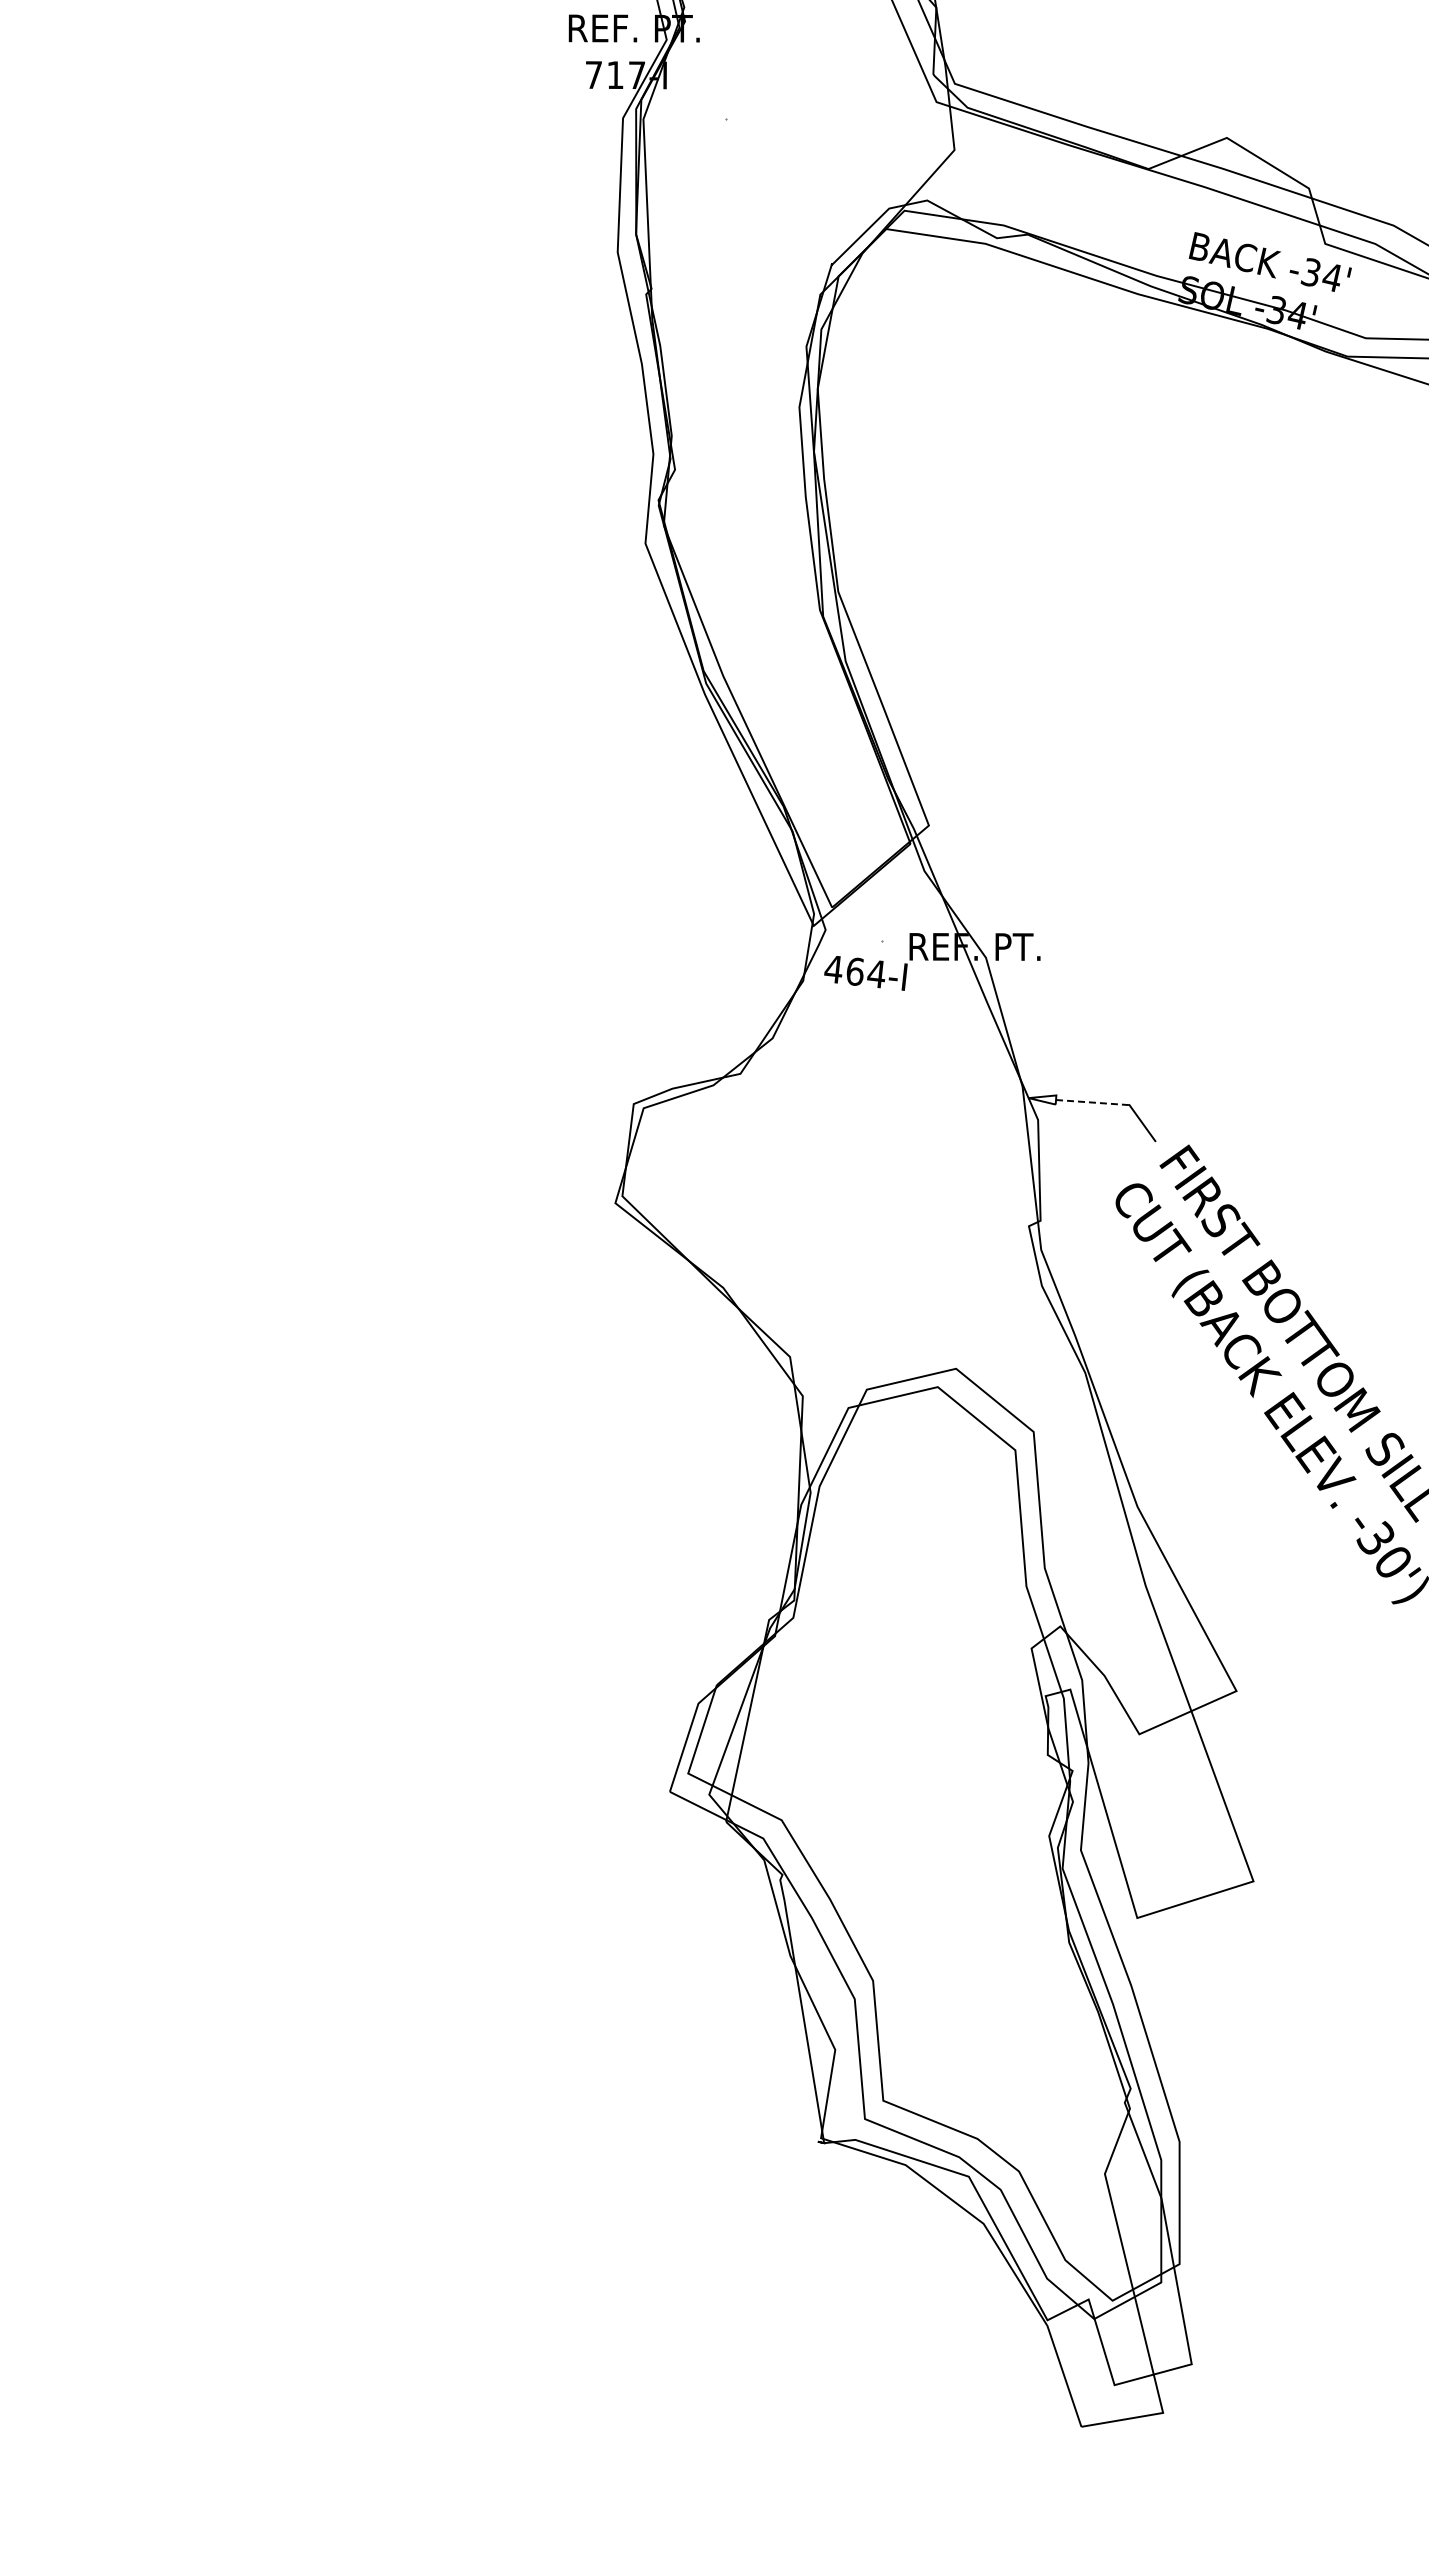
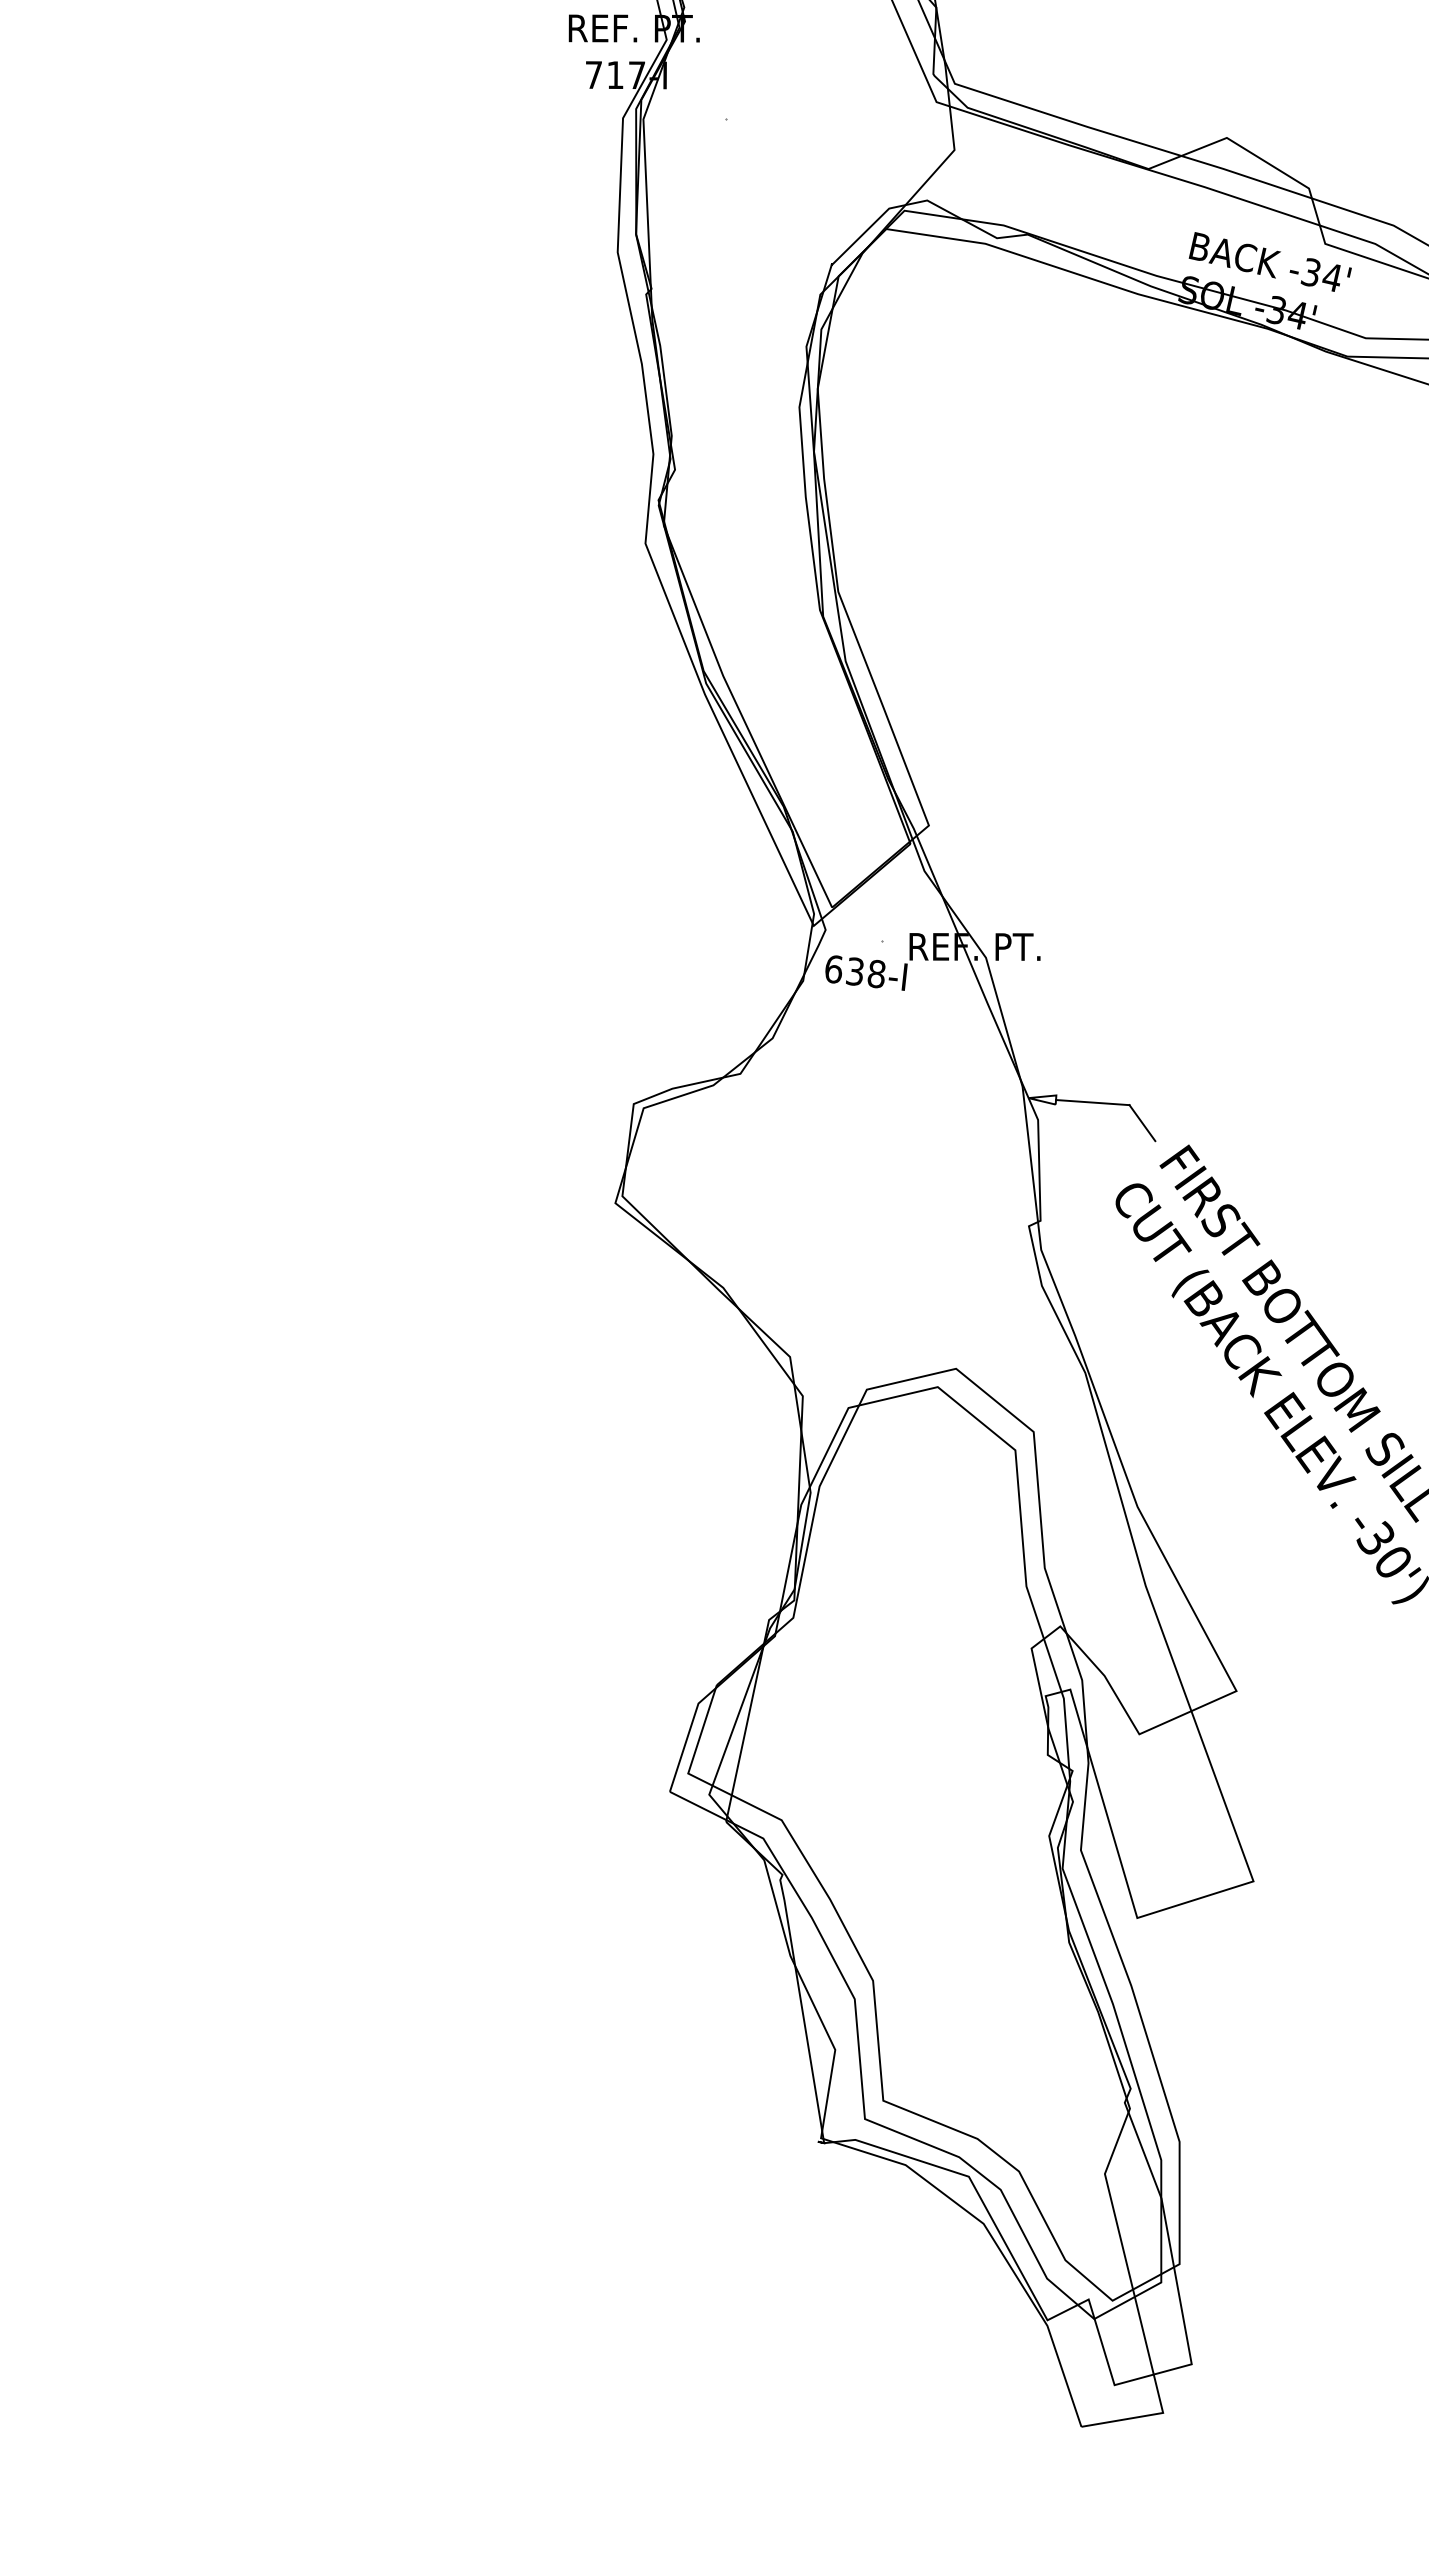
text at (854, 971): 464-I -> 638-I
line at (1092, 1102): dashed -> solid
